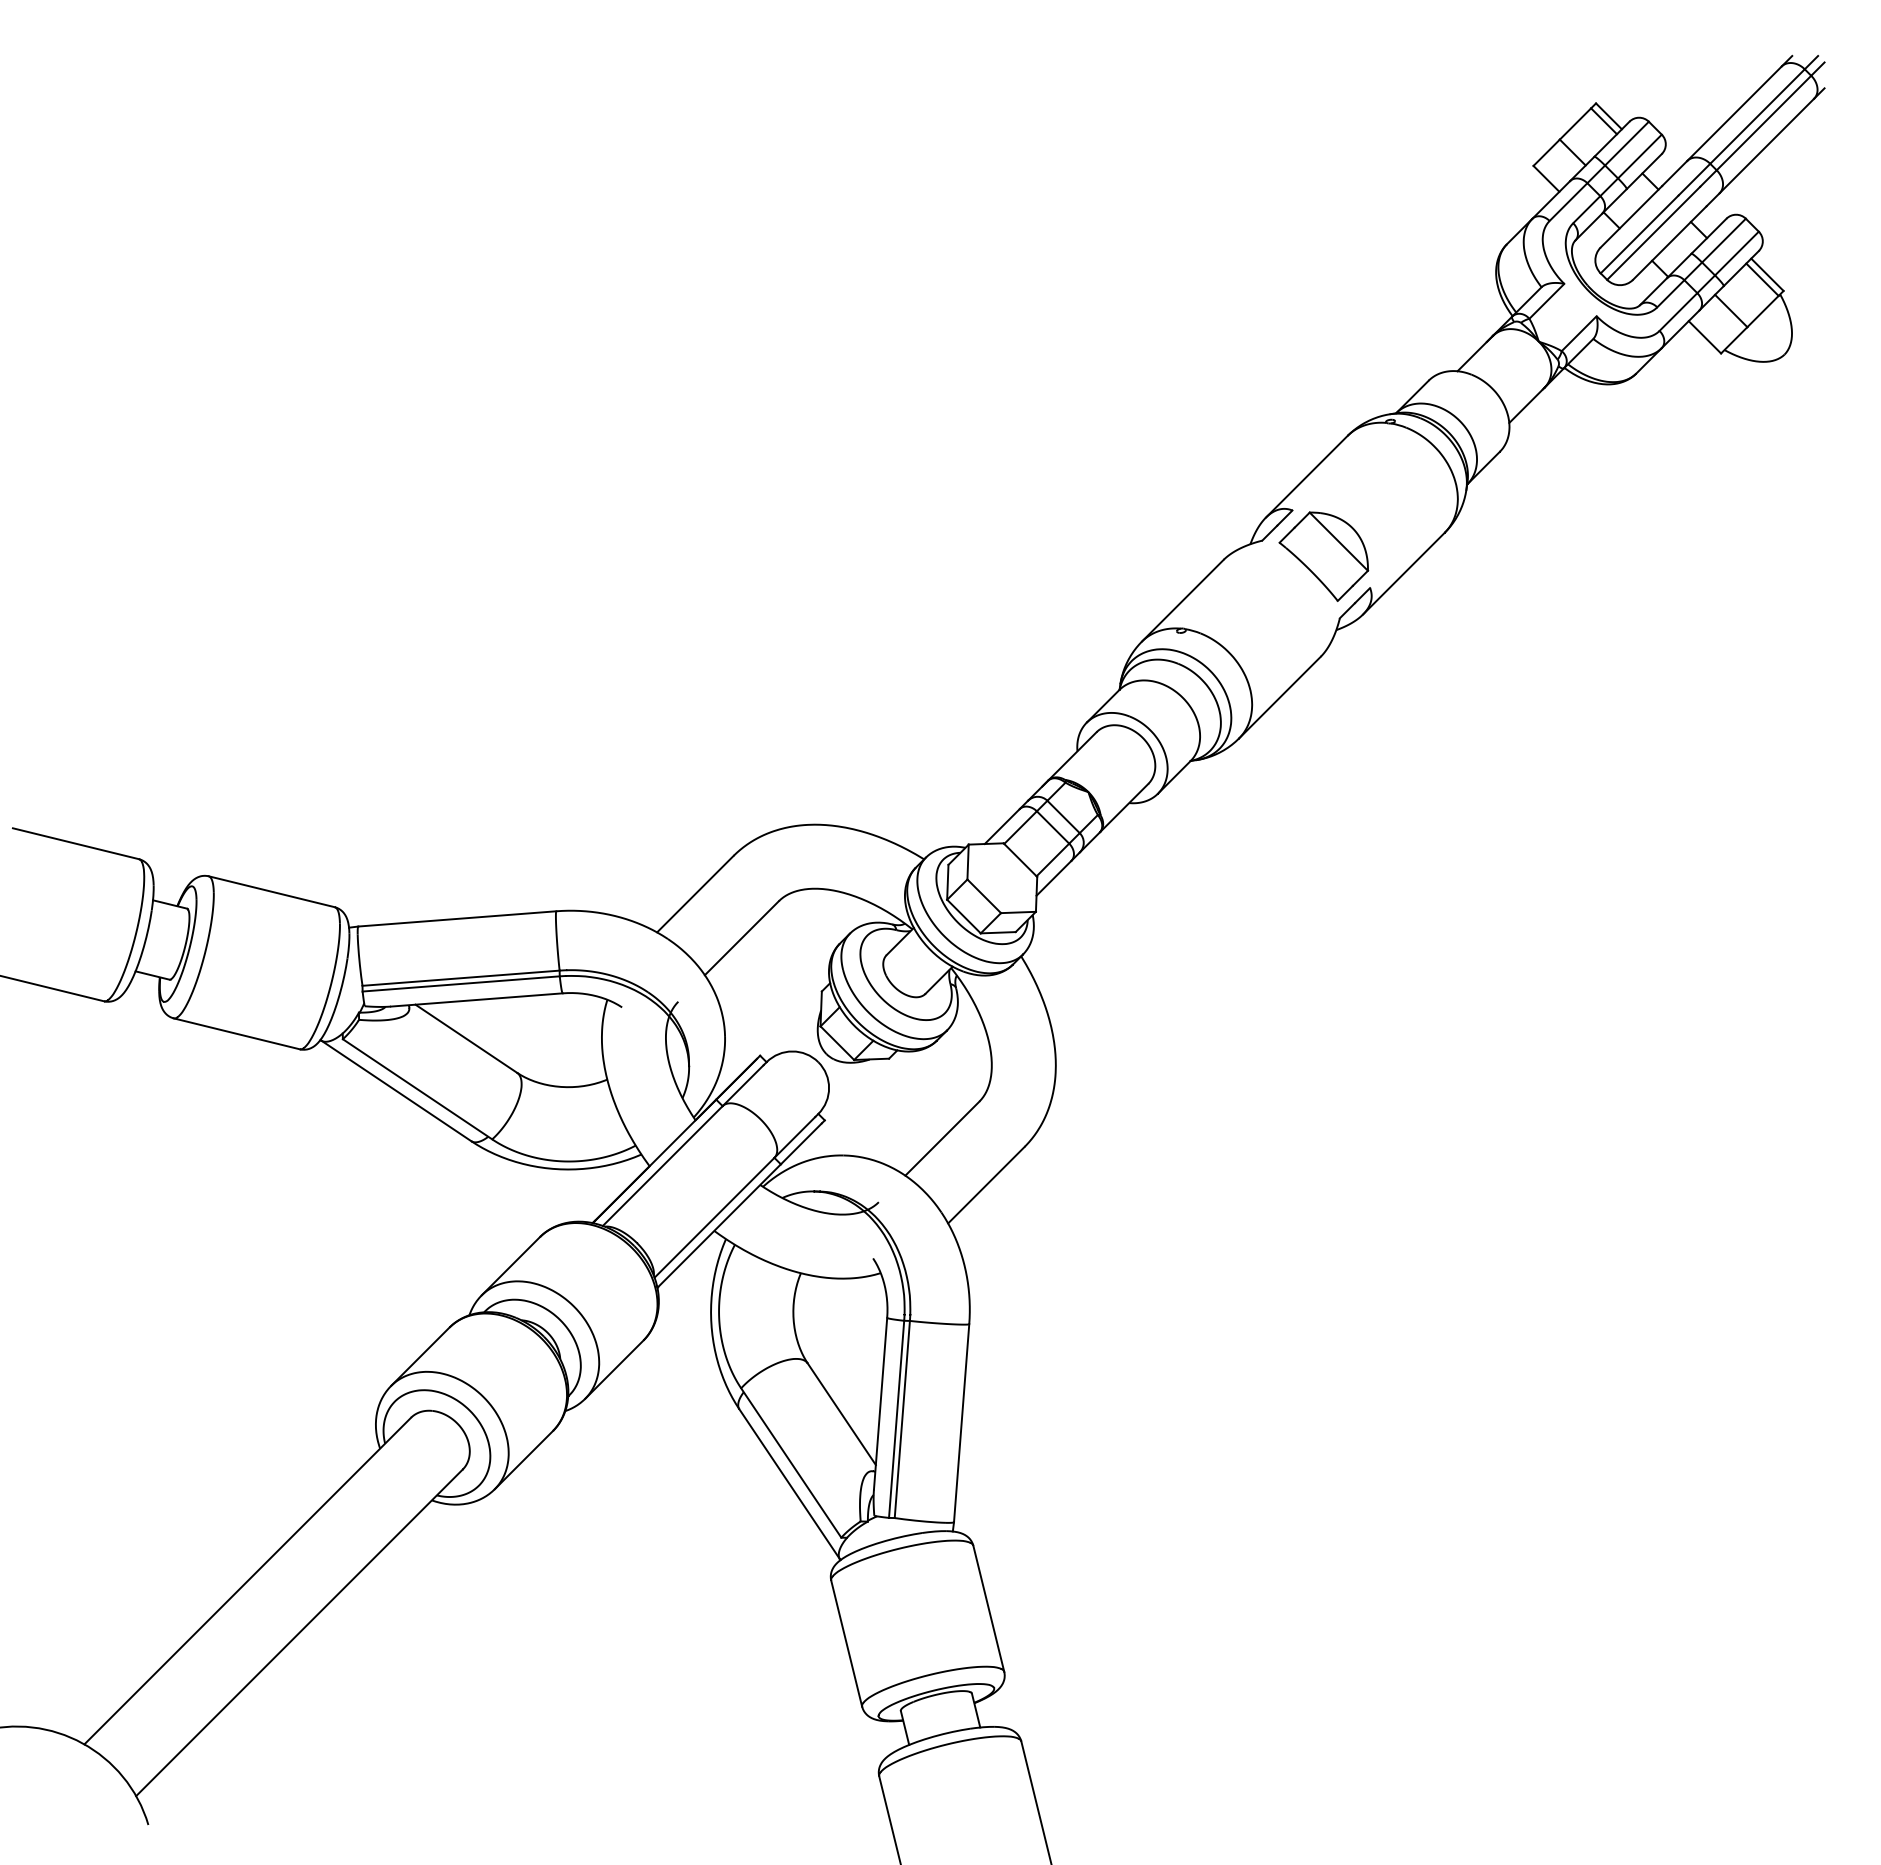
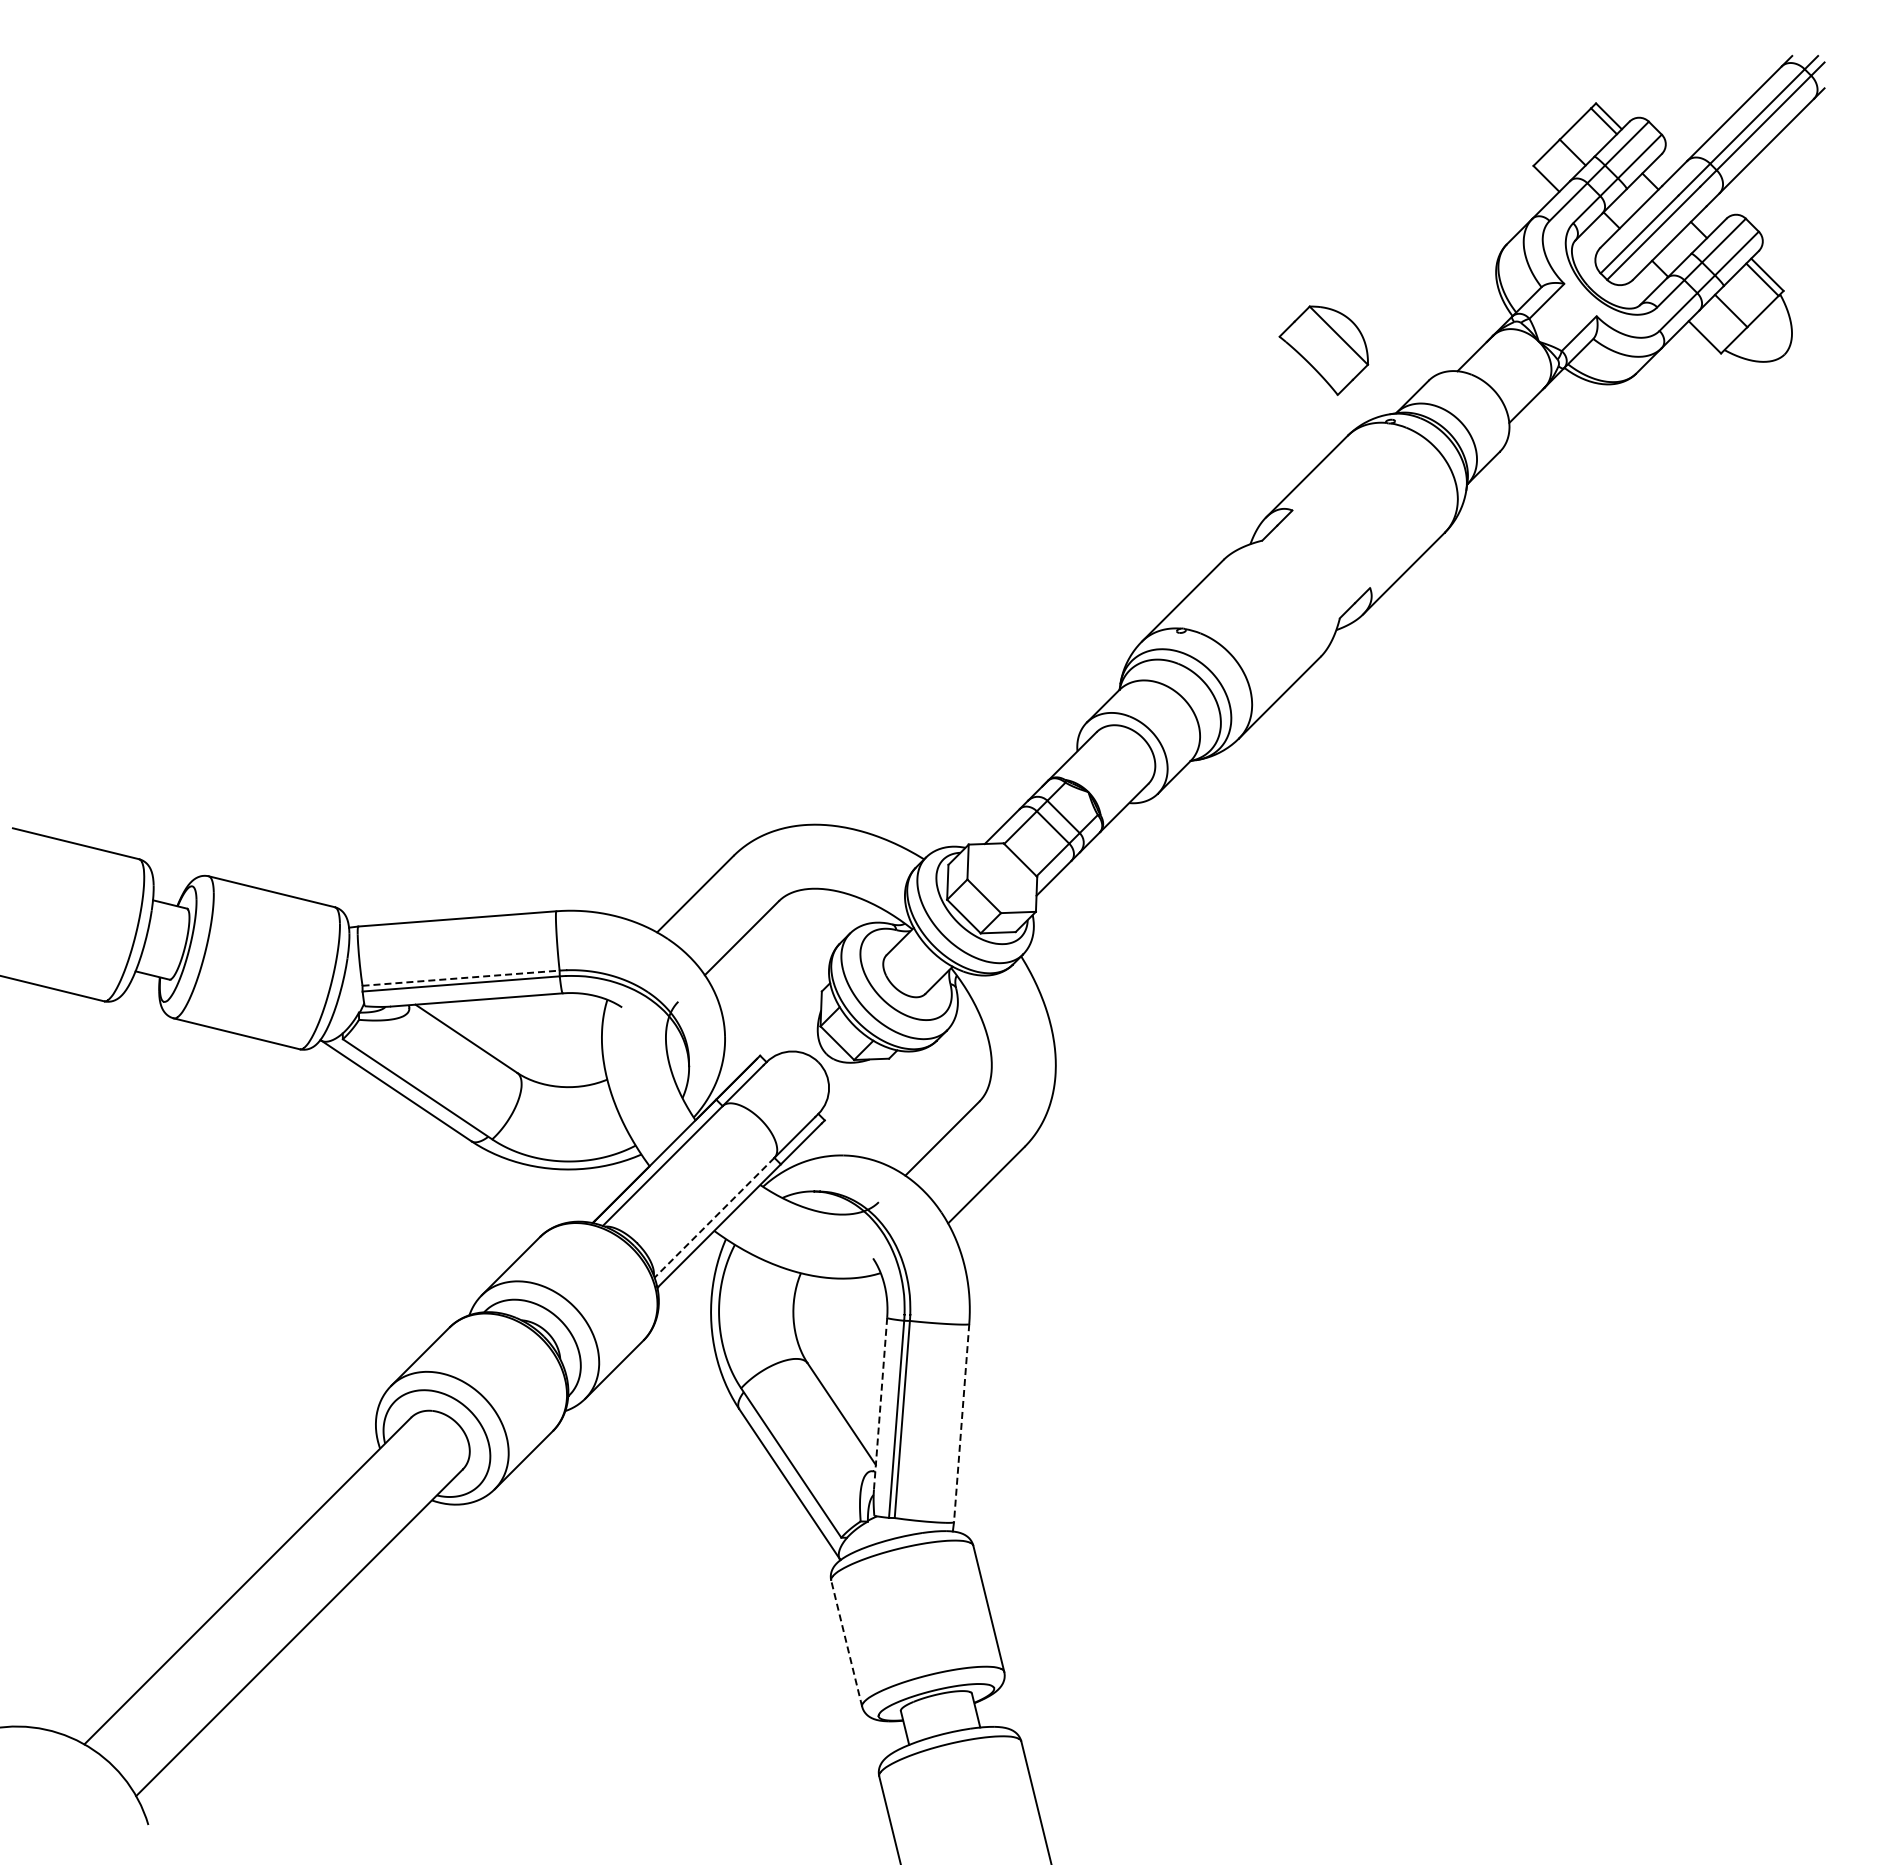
part at (1323, 556) position: (1323, 556) -> (1323, 350)
line at (461, 978): solid -> dashed
line at (714, 1217): solid -> dashed
line at (880, 1404): solid -> dashed
line at (961, 1423): solid -> dashed
line at (846, 1643): solid -> dashed
